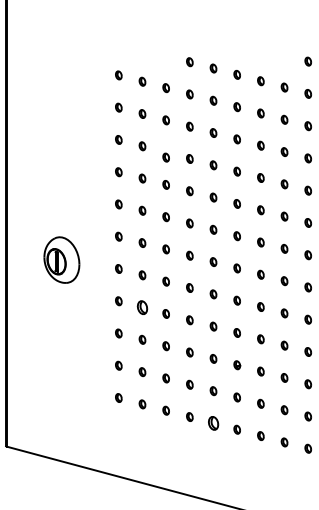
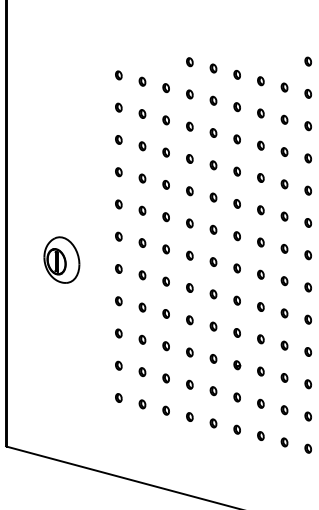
part at (165, 157) position: (165, 157) -> (165, 152)
part at (142, 307) size: 13x15 px -> 9x11 px
part at (213, 423) size: 12x15 px -> 9x11 px
